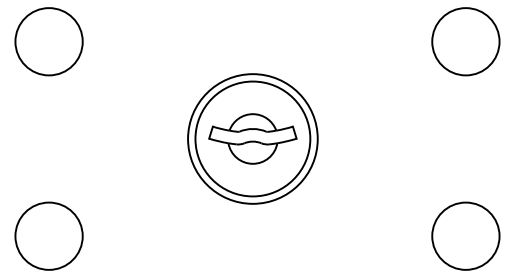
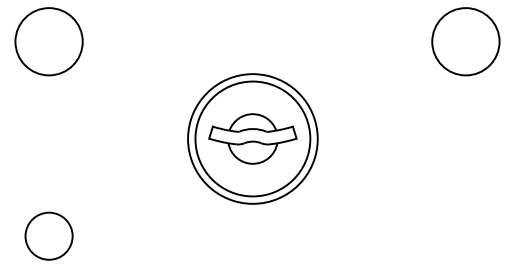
circle at (48, 235) diameter: 67 px -> 47 px
circle at (465, 235): present -> none
